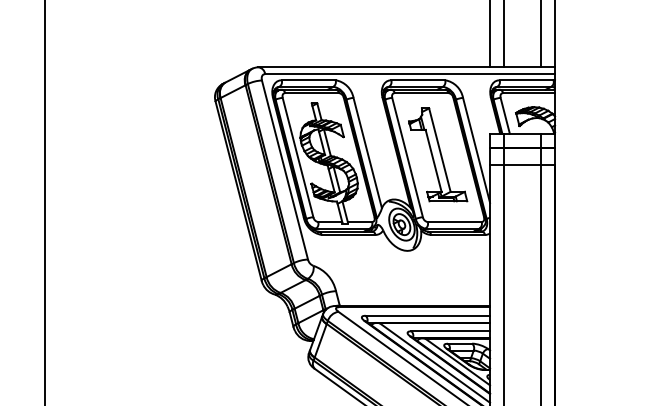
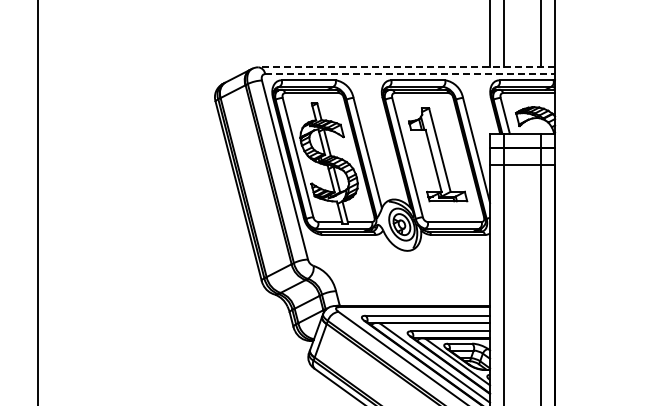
line at (406, 67): solid -> dashed
line at (410, 74): solid -> dashed
line at (44, 202) position: (44, 202) -> (37, 202)
